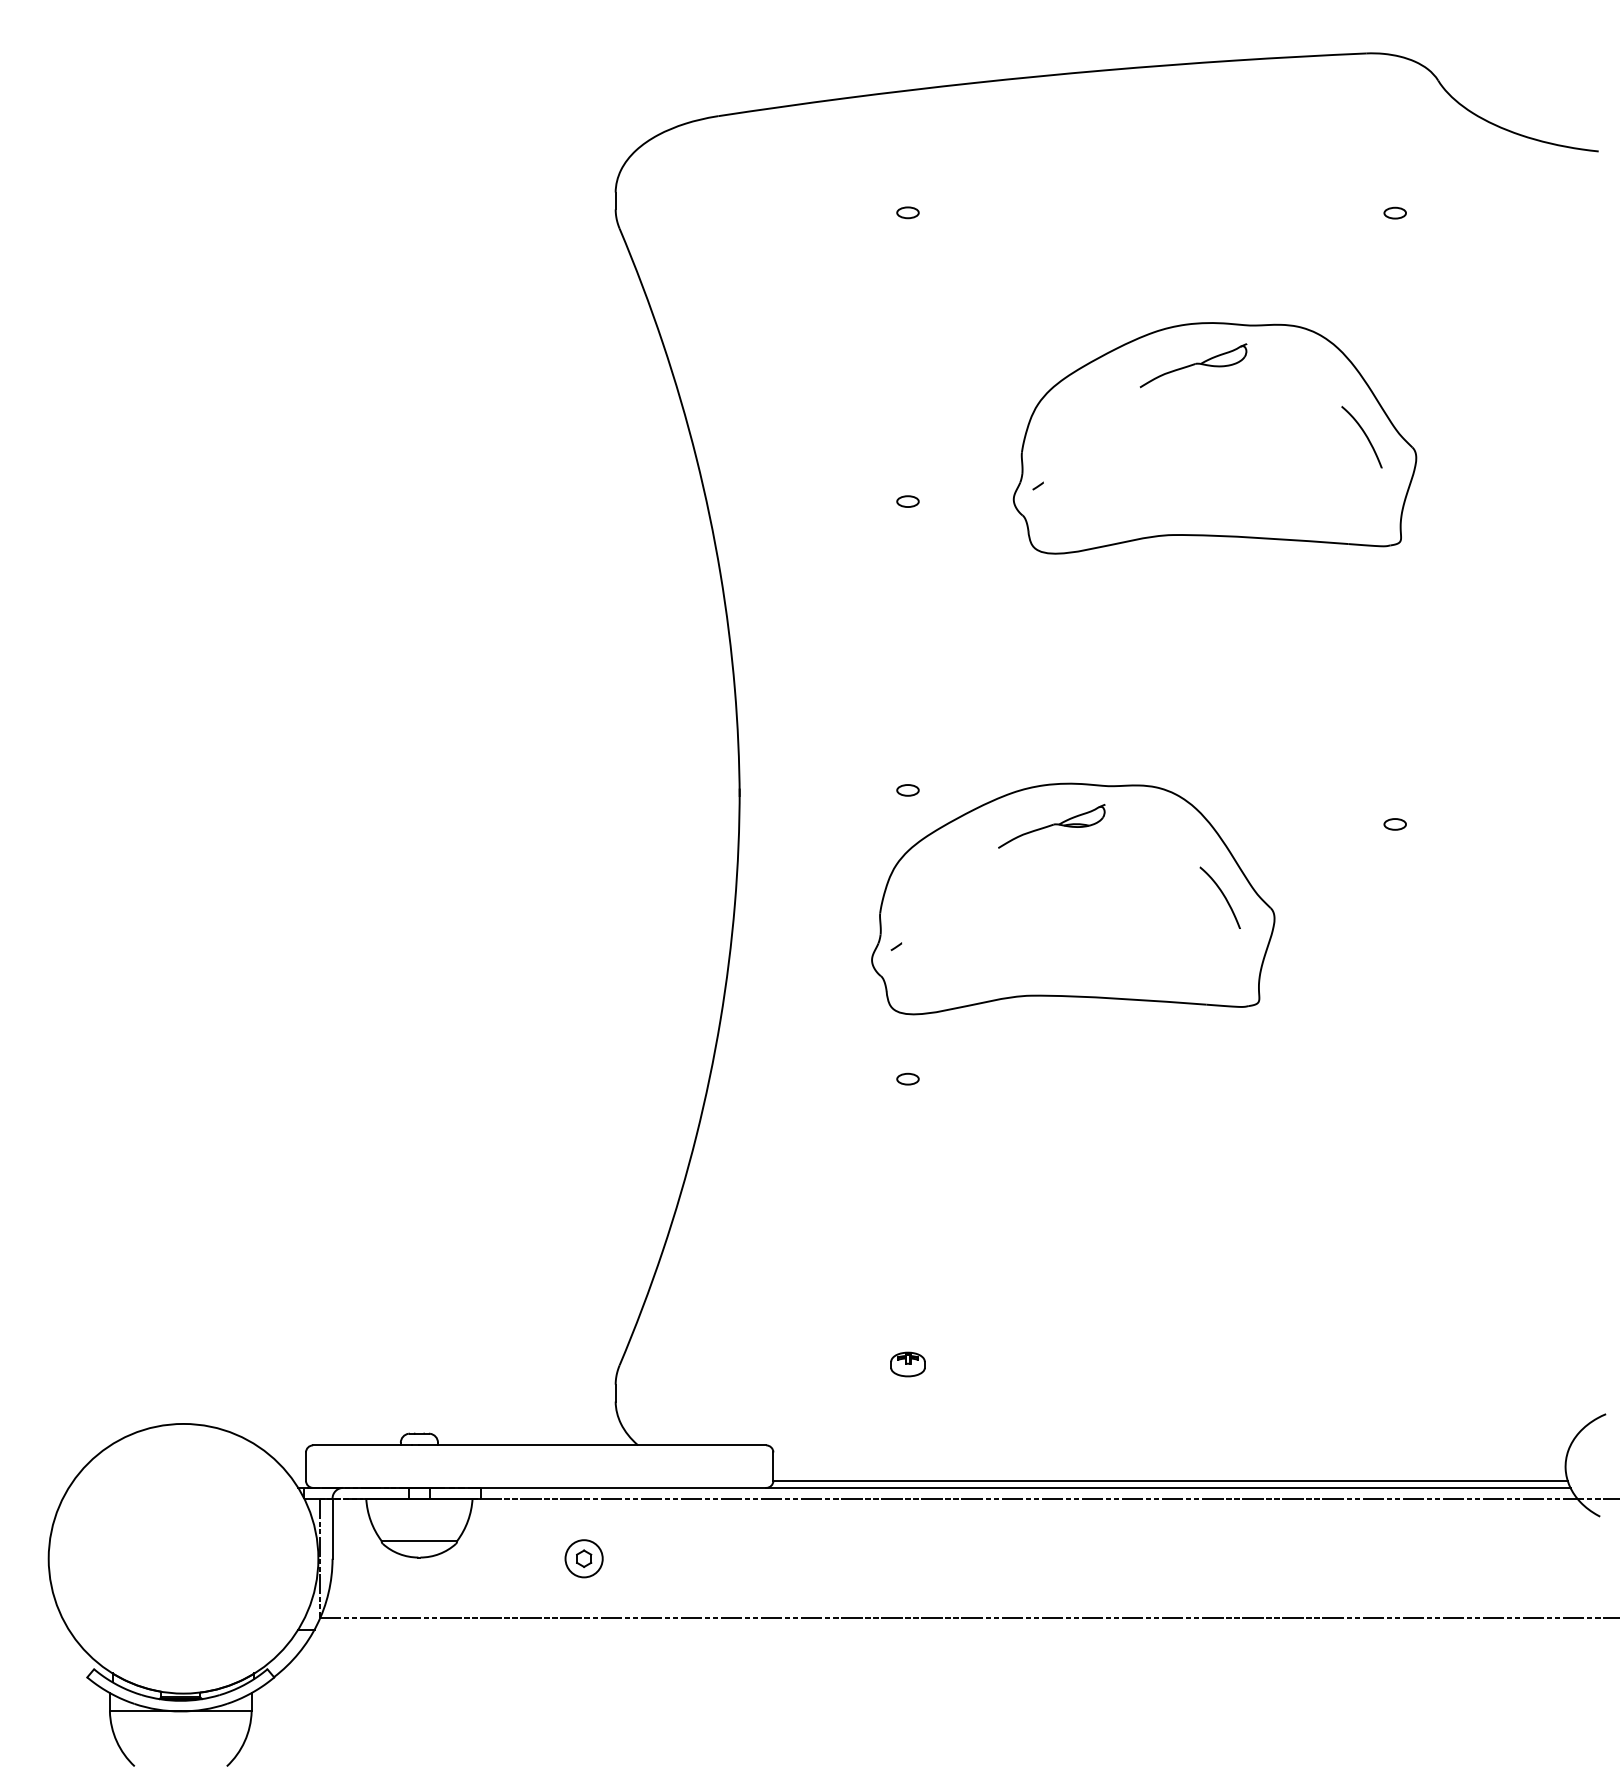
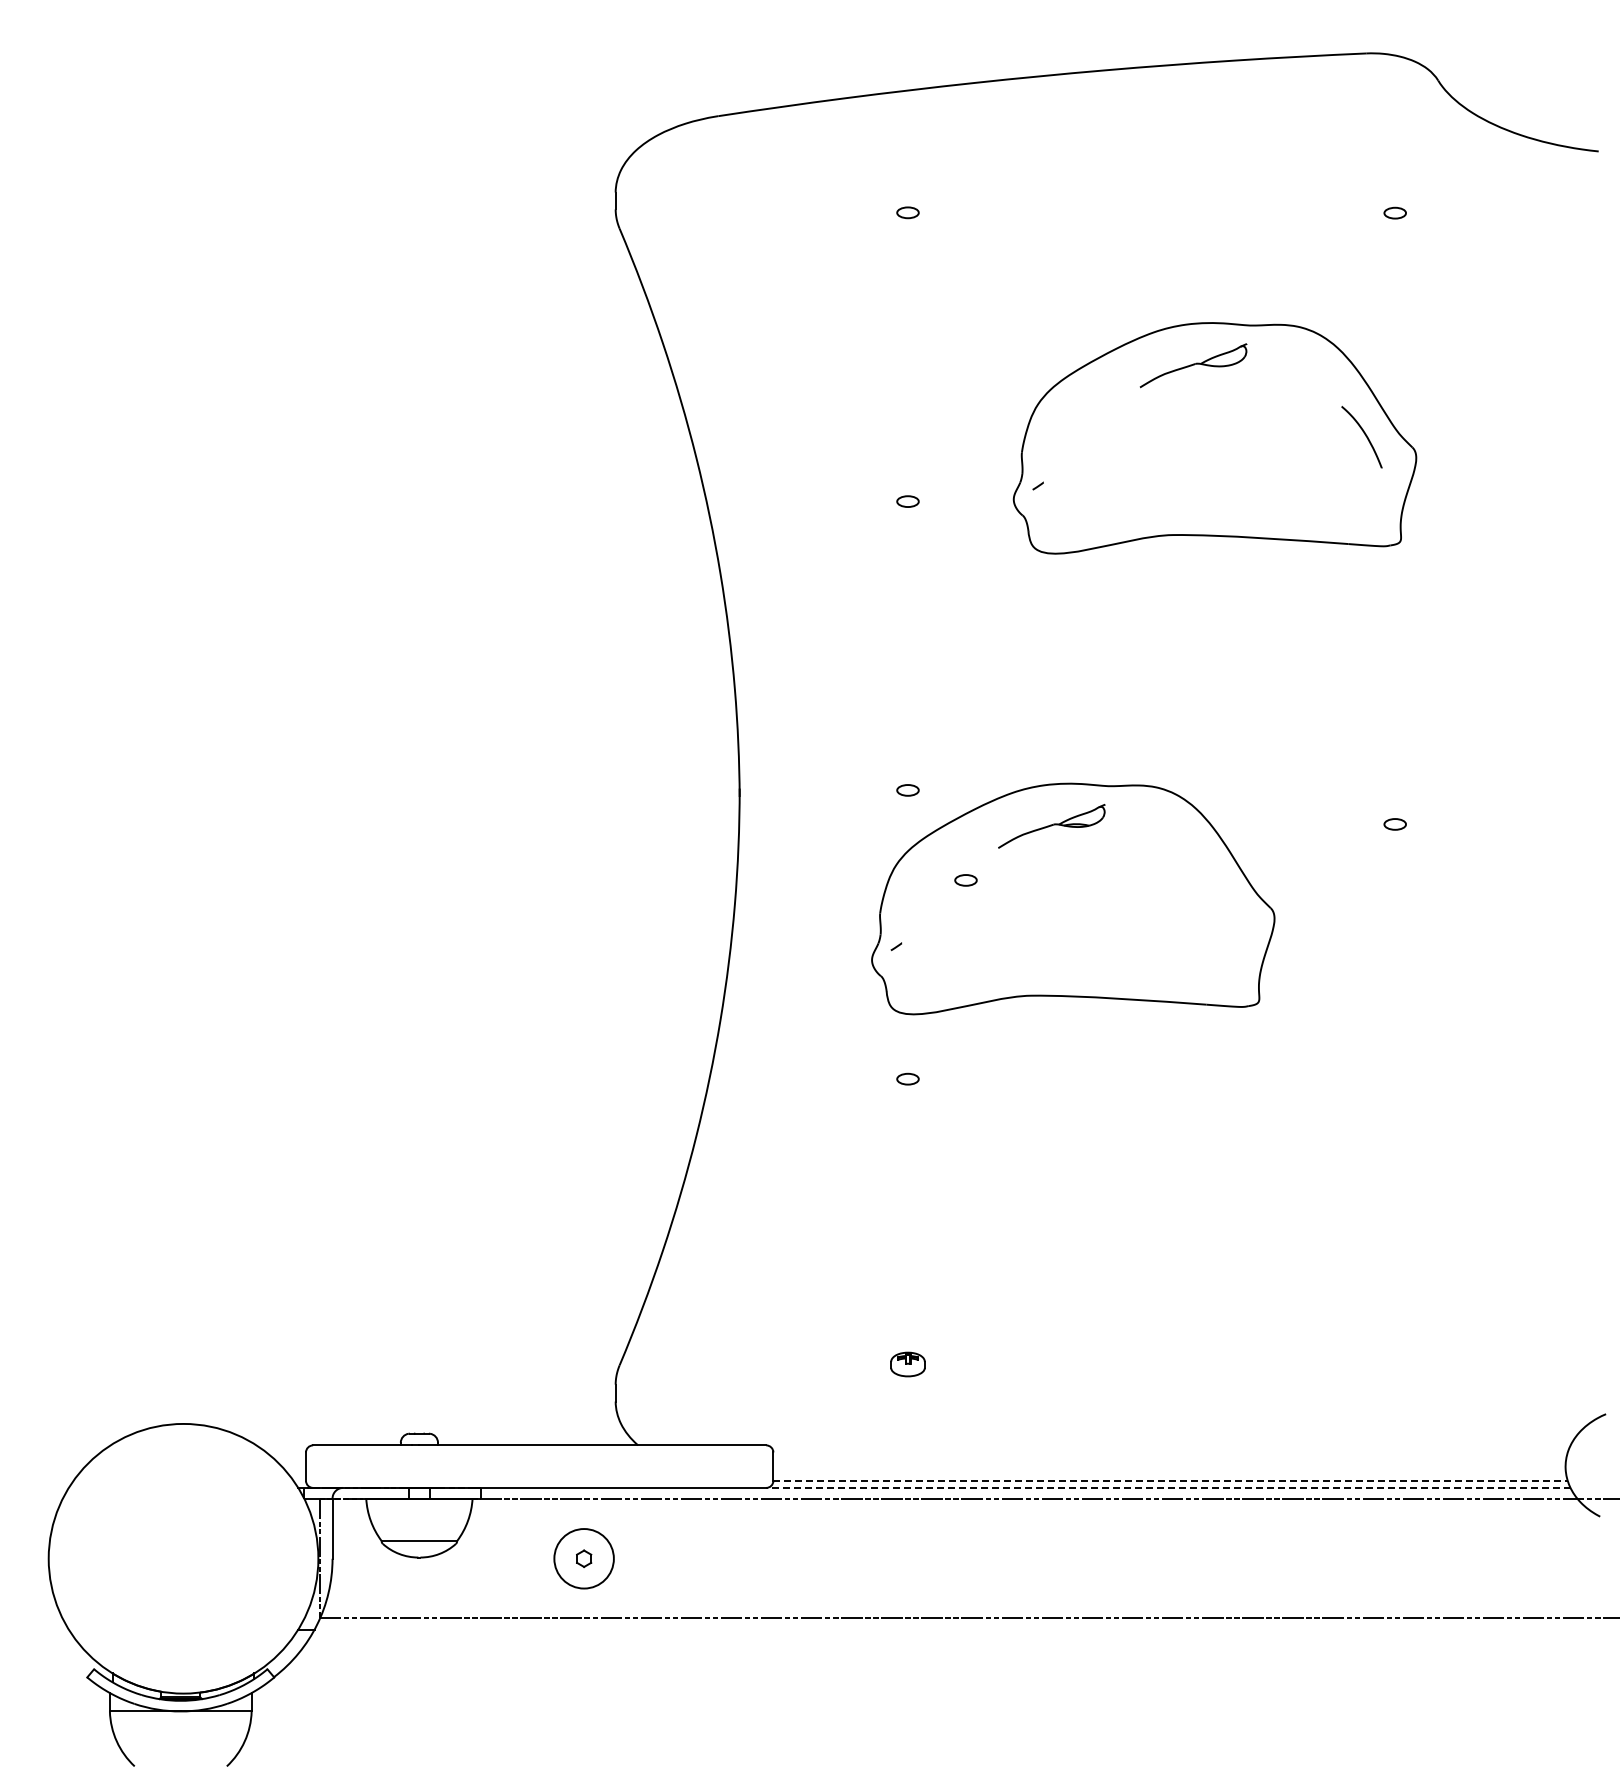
part at (965, 880): none -> present
curve at (1222, 895): present -> none
line at (1171, 1480): solid -> dashed
line at (1167, 1487): solid -> dashed
circle at (583, 1558) diameter: 37 px -> 60 px
